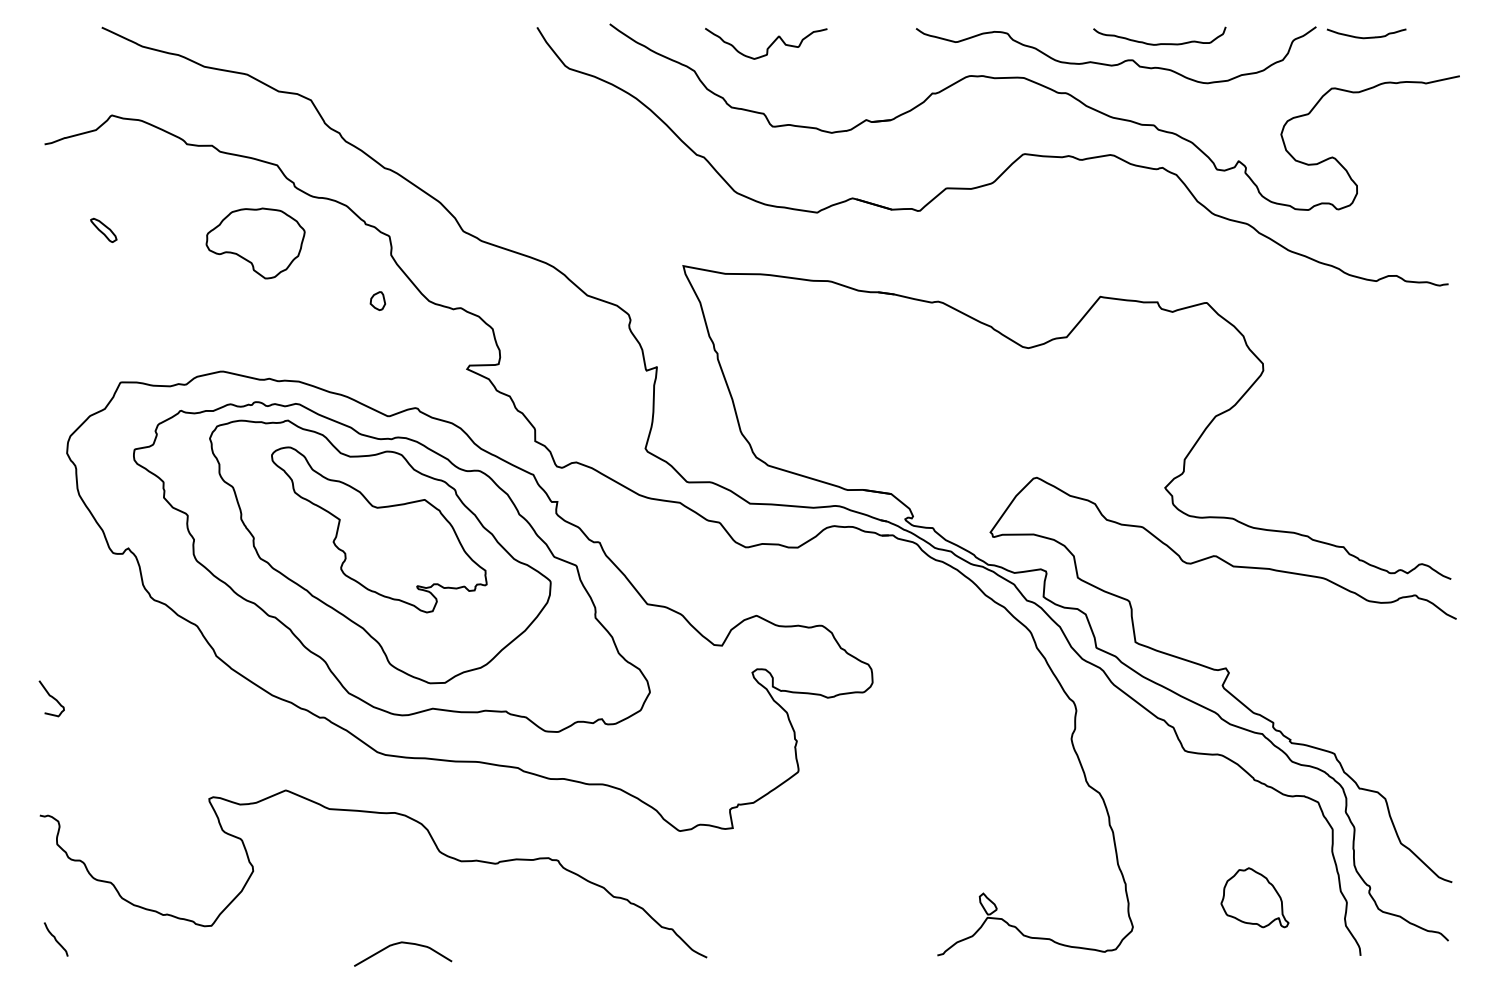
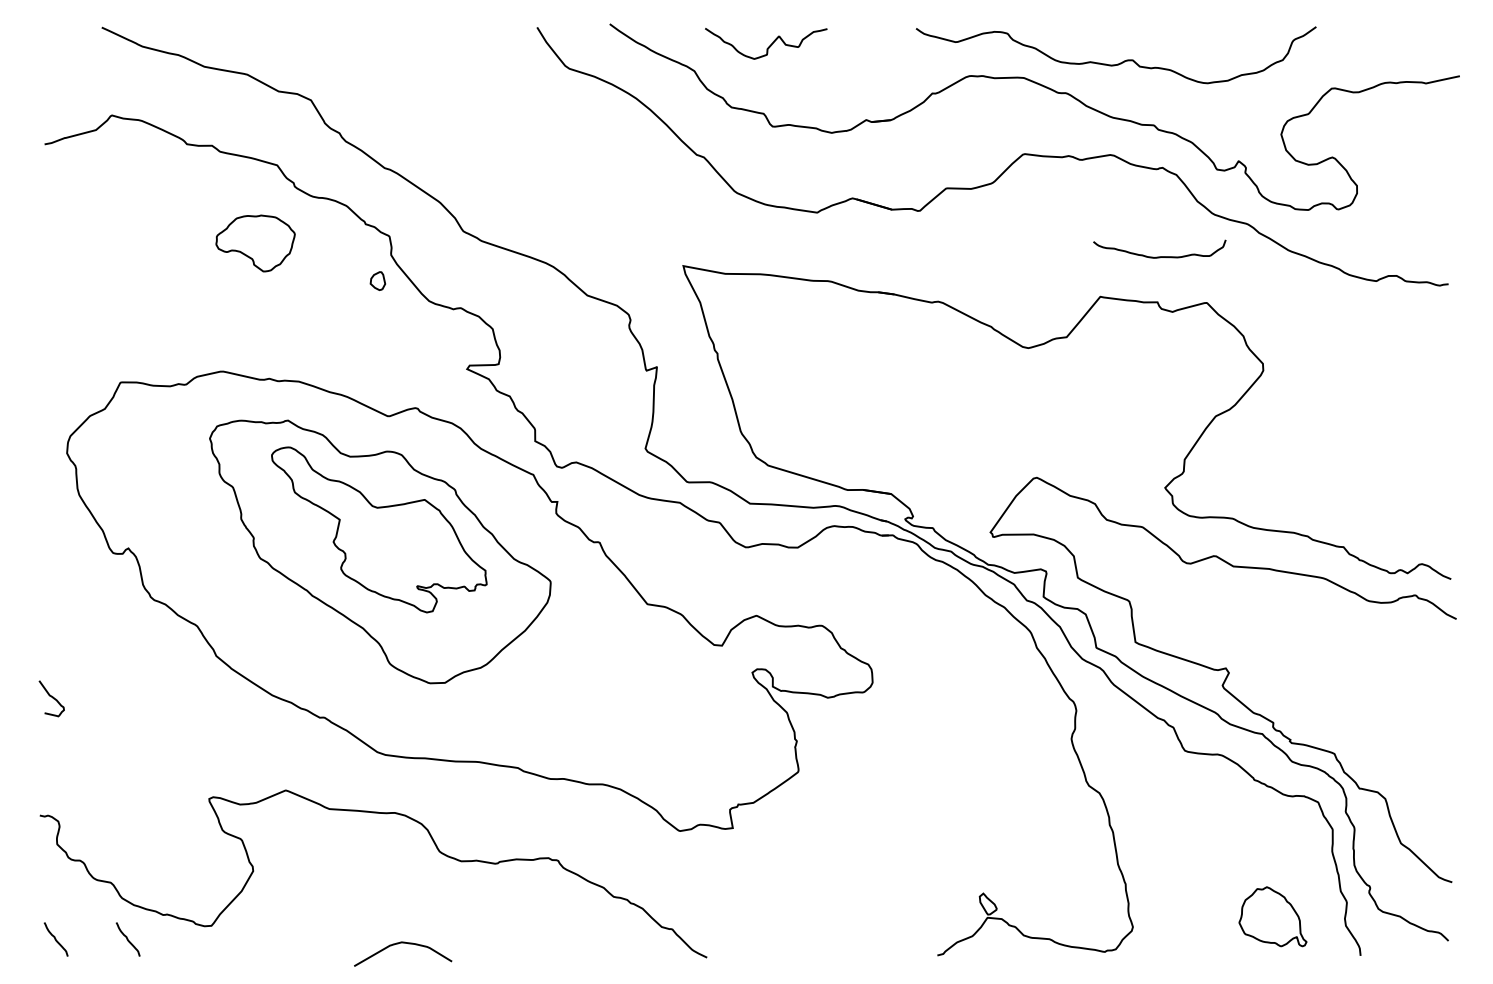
curve at (1366, 37): present -> none
curve at (1159, 43) position: (1159, 43) -> (1159, 256)
part at (103, 229): present -> none
part at (255, 243) size: 101x73 px -> 81x59 px
part at (377, 300) position: (377, 300) -> (377, 280)
part at (391, 566): present -> none
part at (1254, 897) position: (1254, 897) -> (1272, 916)
curve at (127, 939): none -> present
